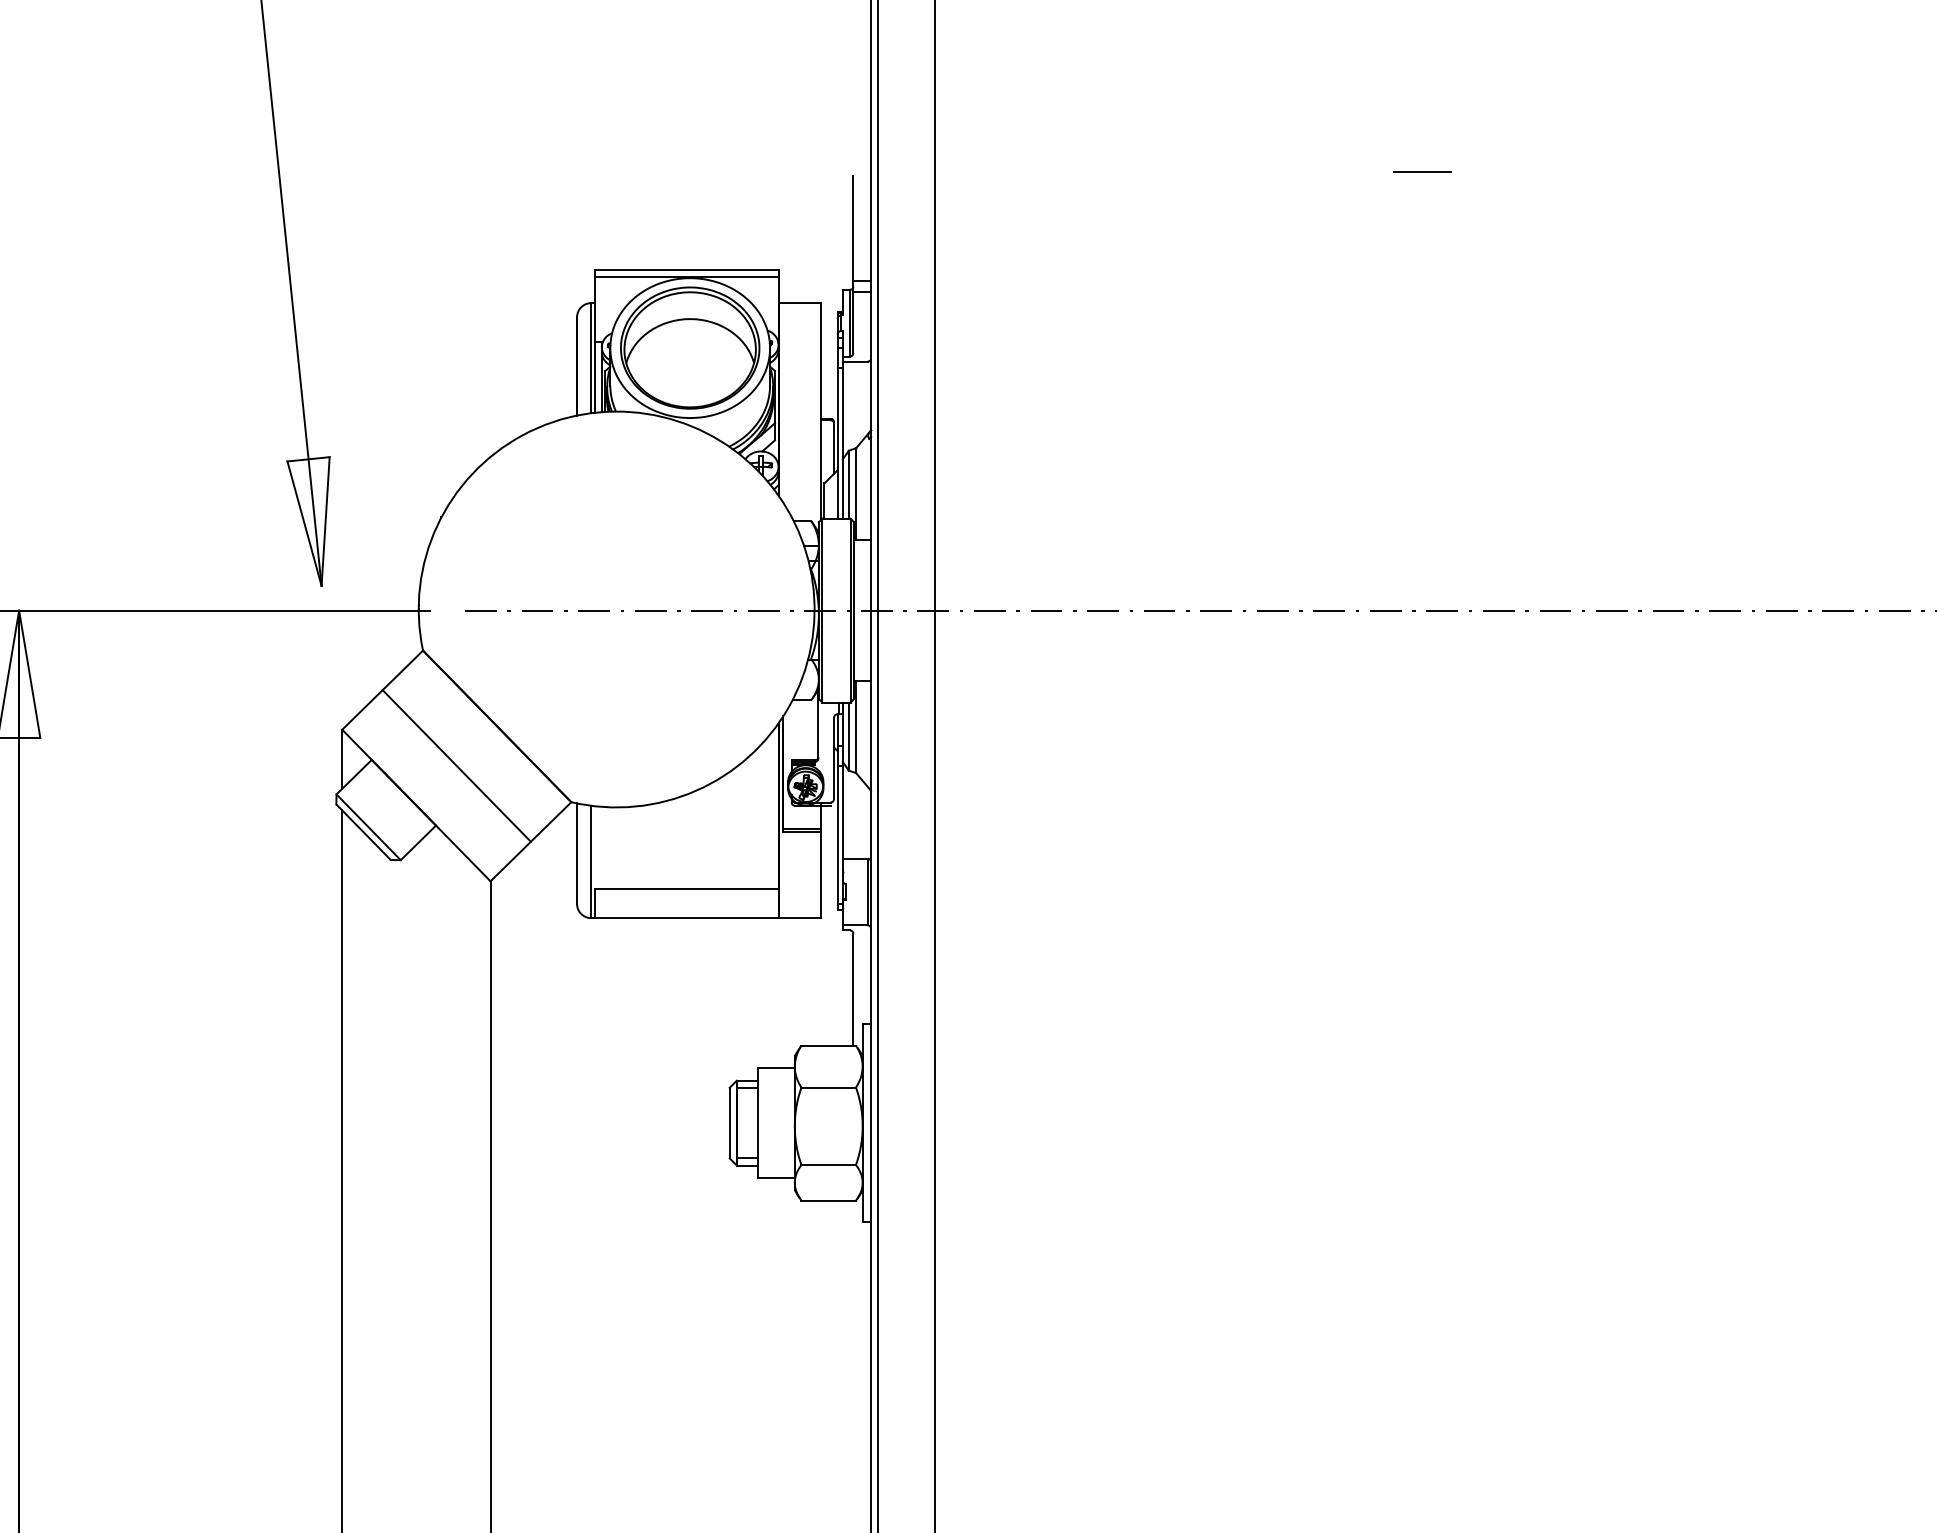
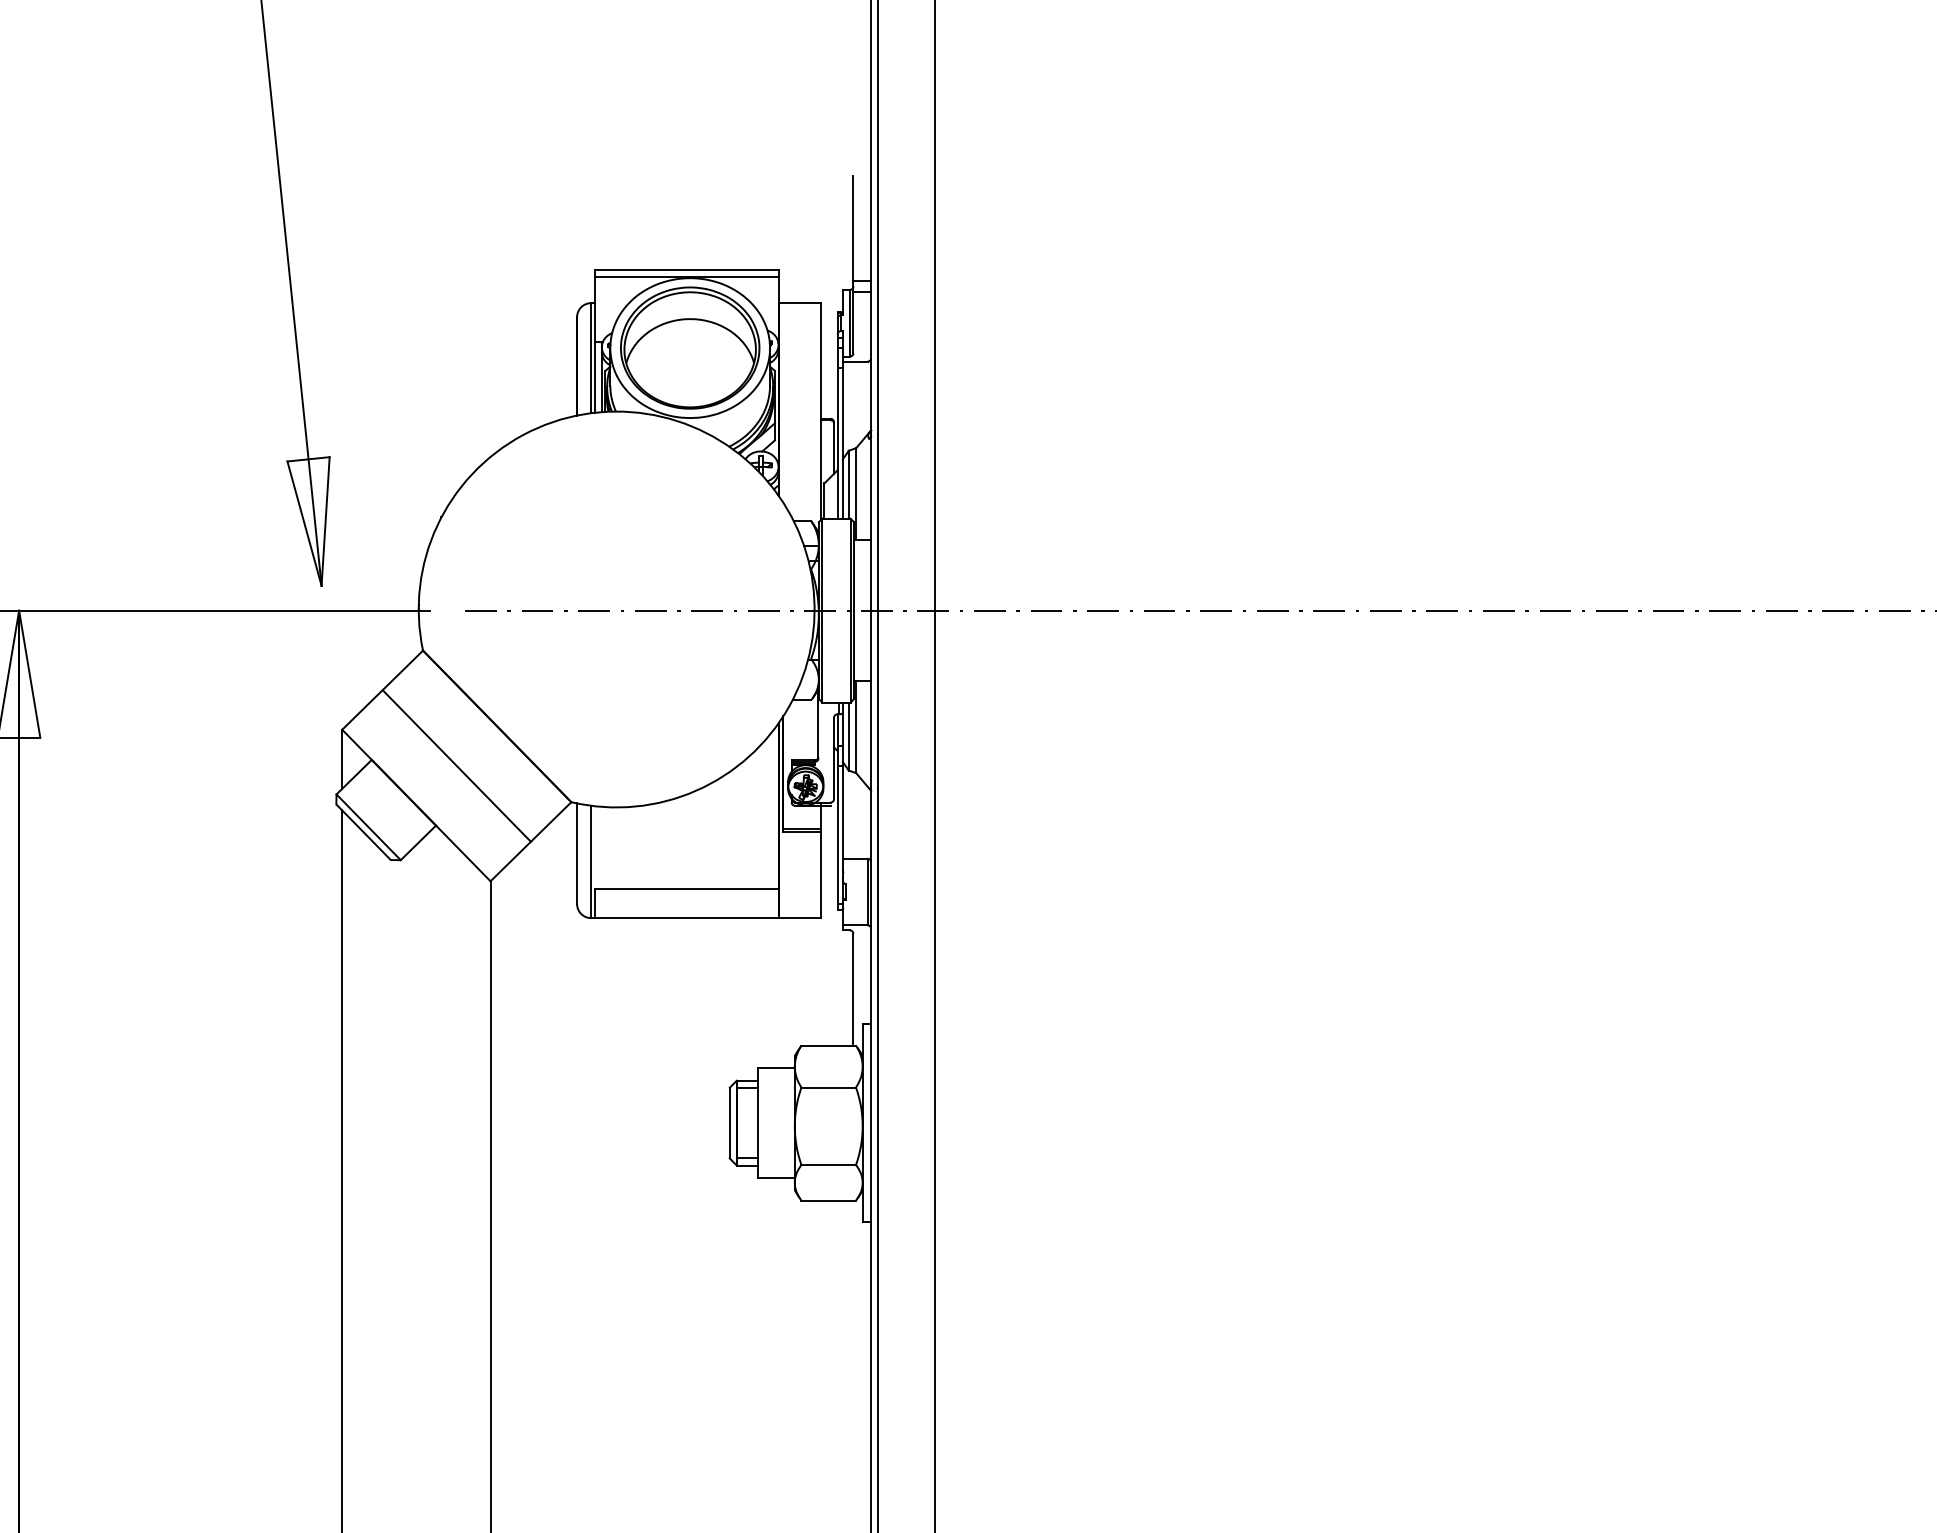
line at (1422, 171): present -> none
